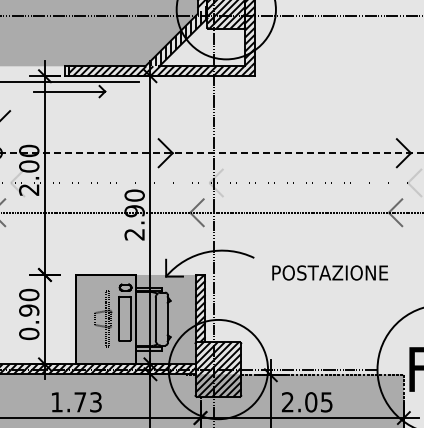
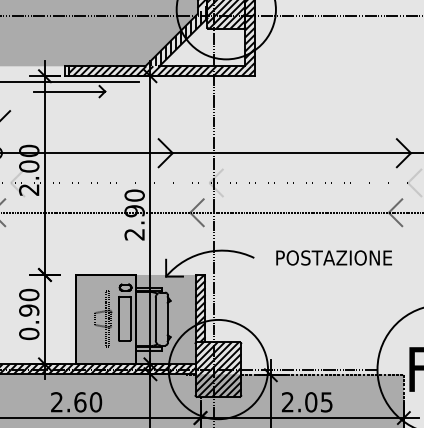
line at (212, 153): dashed -> solid
text at (330, 272) position: (330, 272) -> (334, 257)
text at (76, 402): 1.73 -> 2.60
